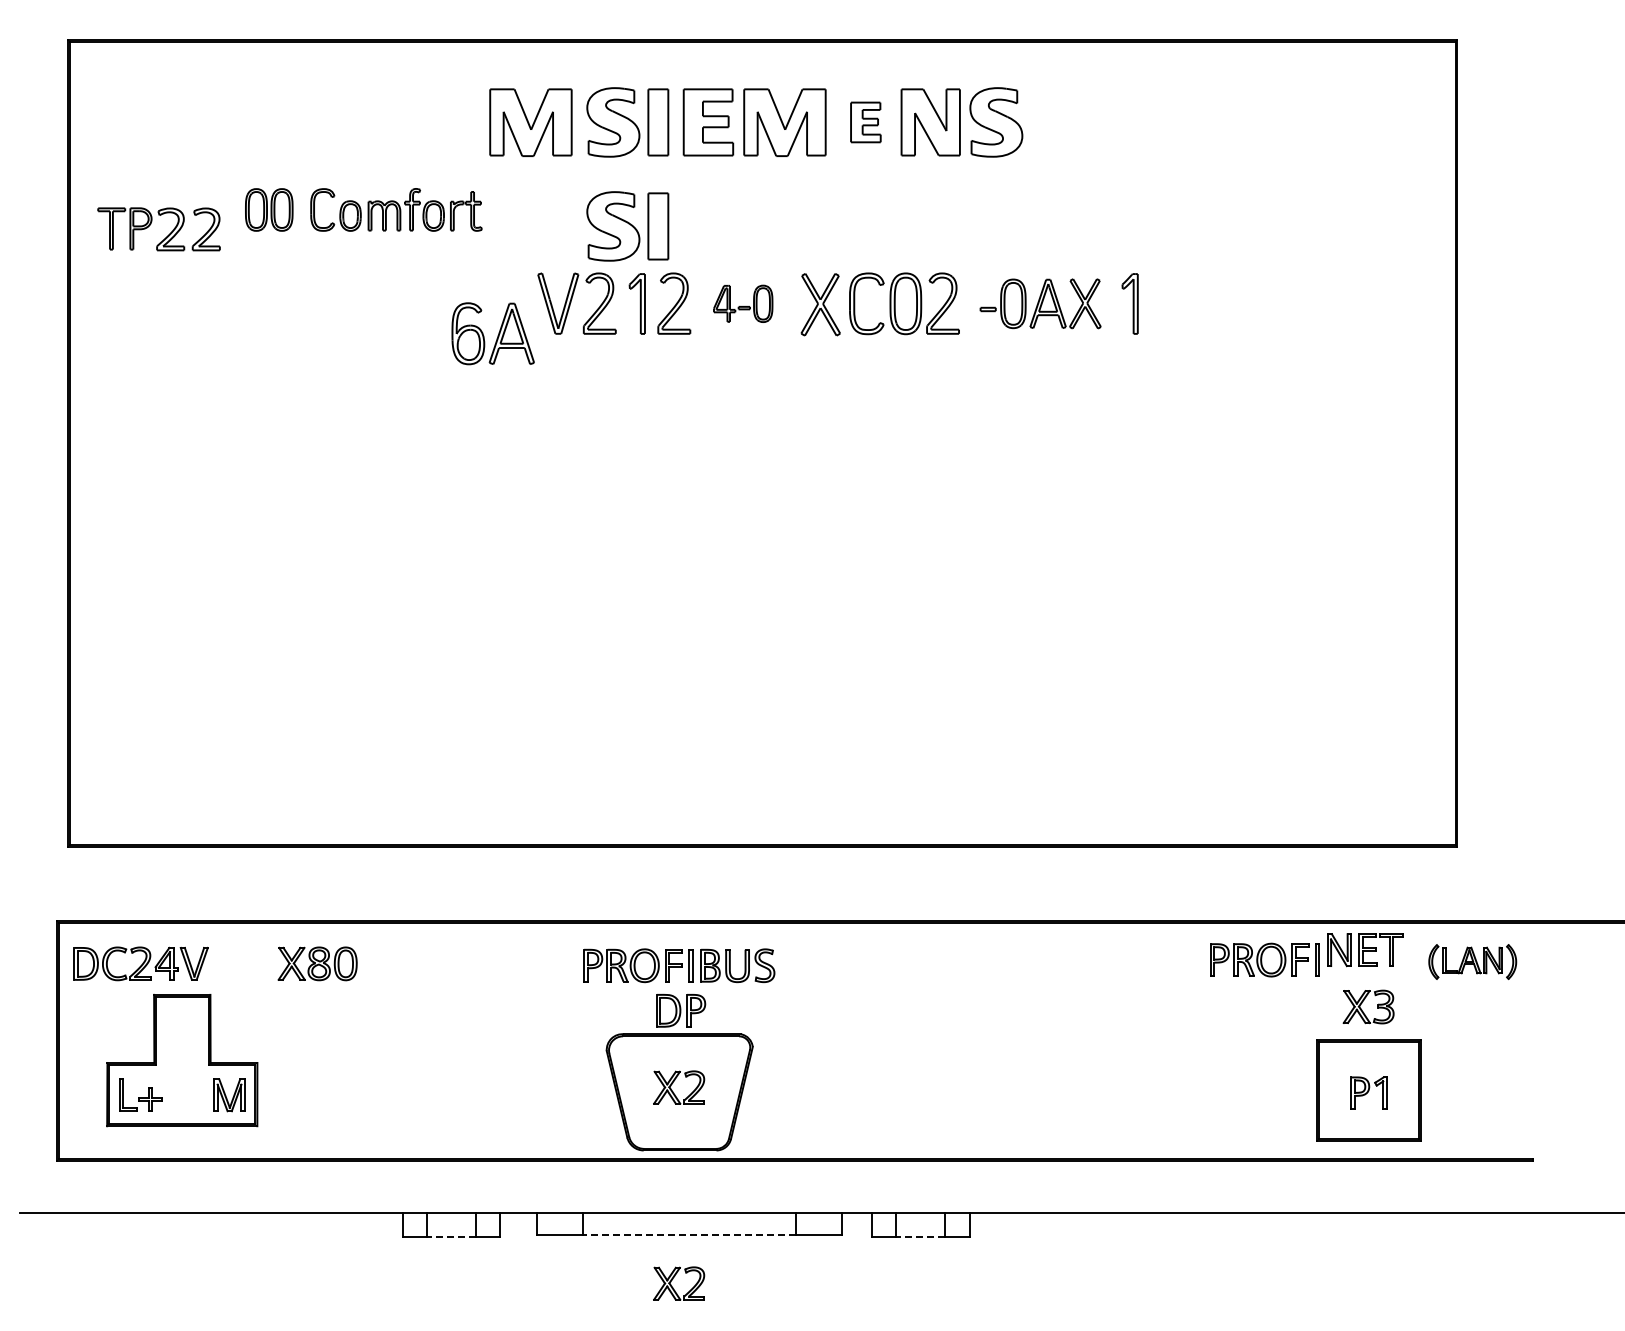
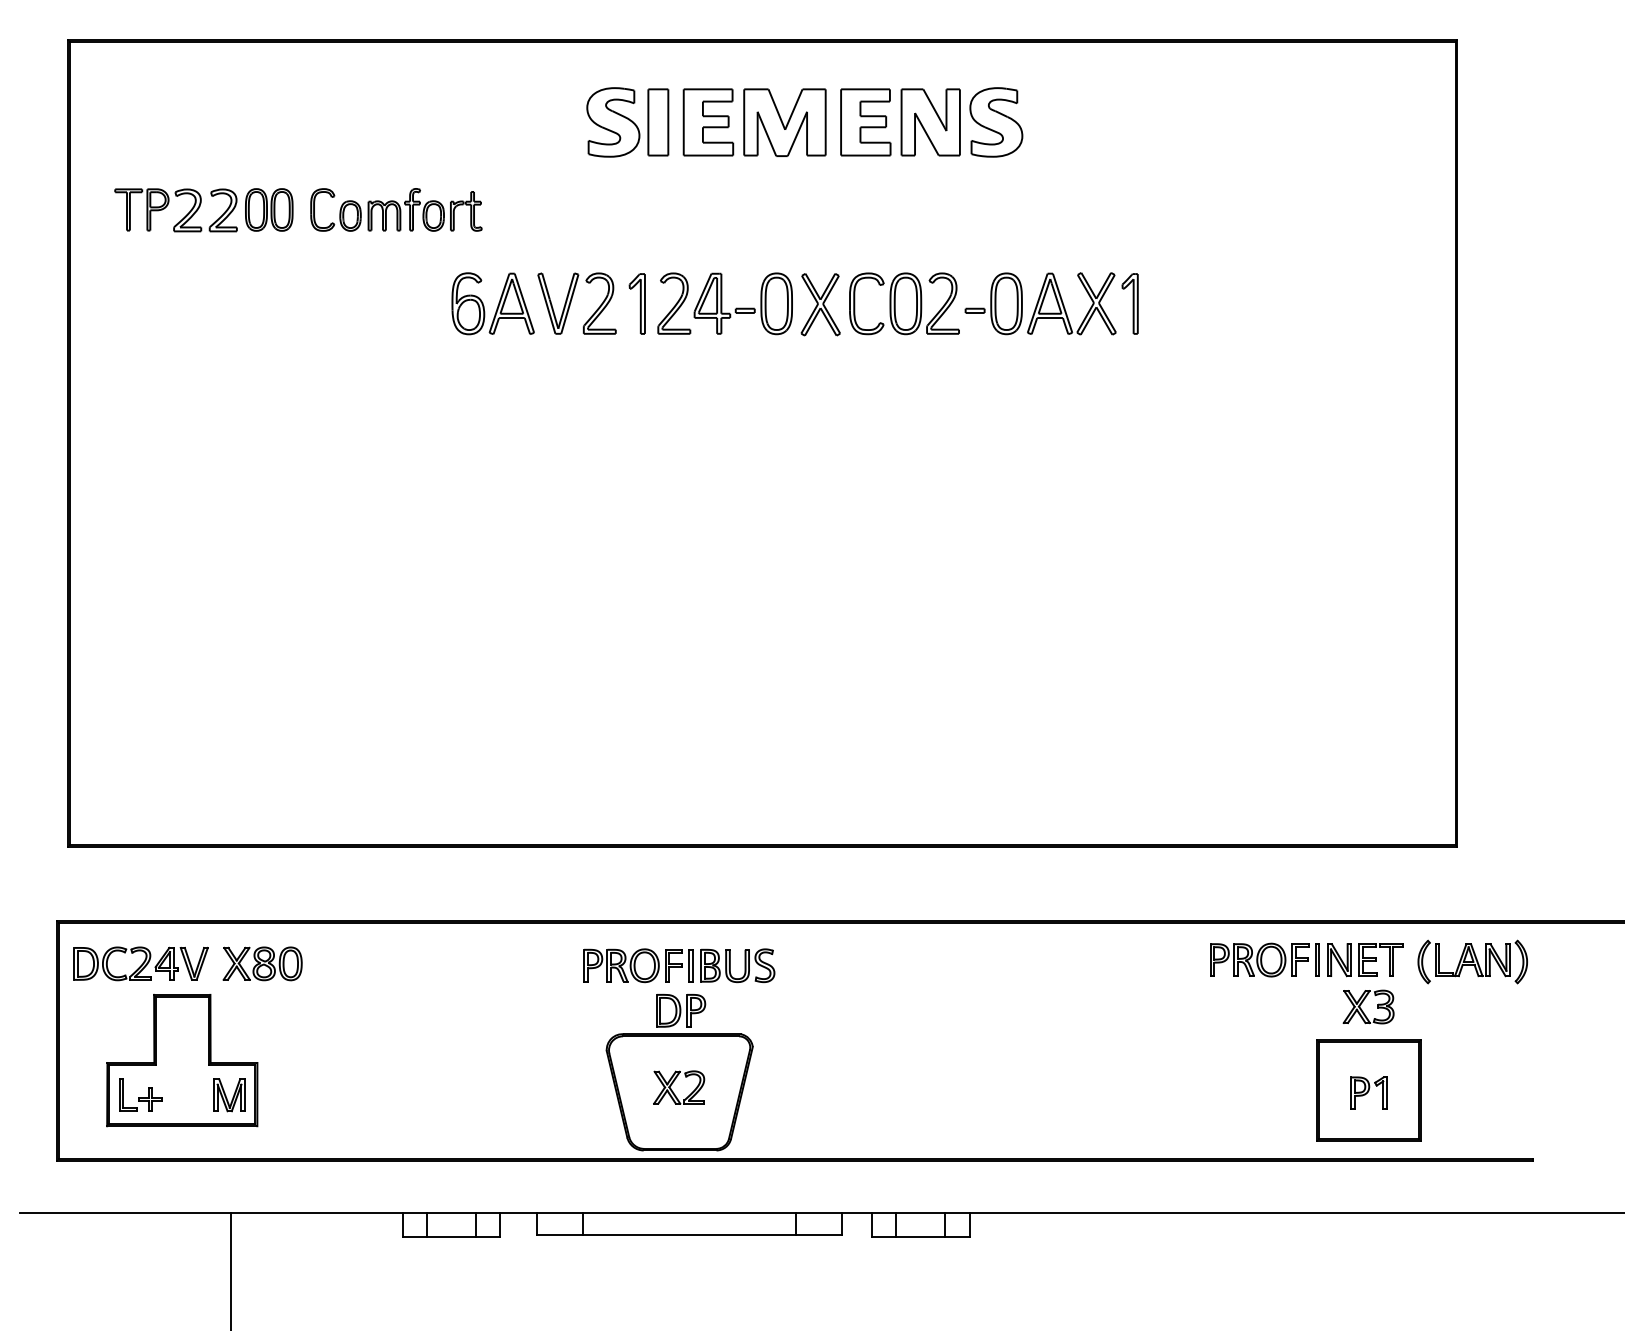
part at (530, 122): present -> none
part at (865, 122) size: 32x43 px -> 52x69 px
part at (151, 224) position: (151, 224) -> (168, 205)
part at (627, 226): present -> none
part at (743, 303) size: 61x39 px -> 100x64 px
part at (1040, 303) size: 123x52 px -> 153x64 px
part at (492, 333) position: (492, 333) -> (492, 303)
part at (1365, 950) position: (1365, 950) -> (1365, 960)
part at (1472, 961) size: 90x36 px -> 111x46 px
part at (317, 963) position: (317, 963) -> (262, 963)
line at (688, 1235): dashed -> solid
line at (451, 1236): dashed -> solid
line at (920, 1236): dashed -> solid
line at (230, 1270): none -> present
part at (673, 1279): present -> none
